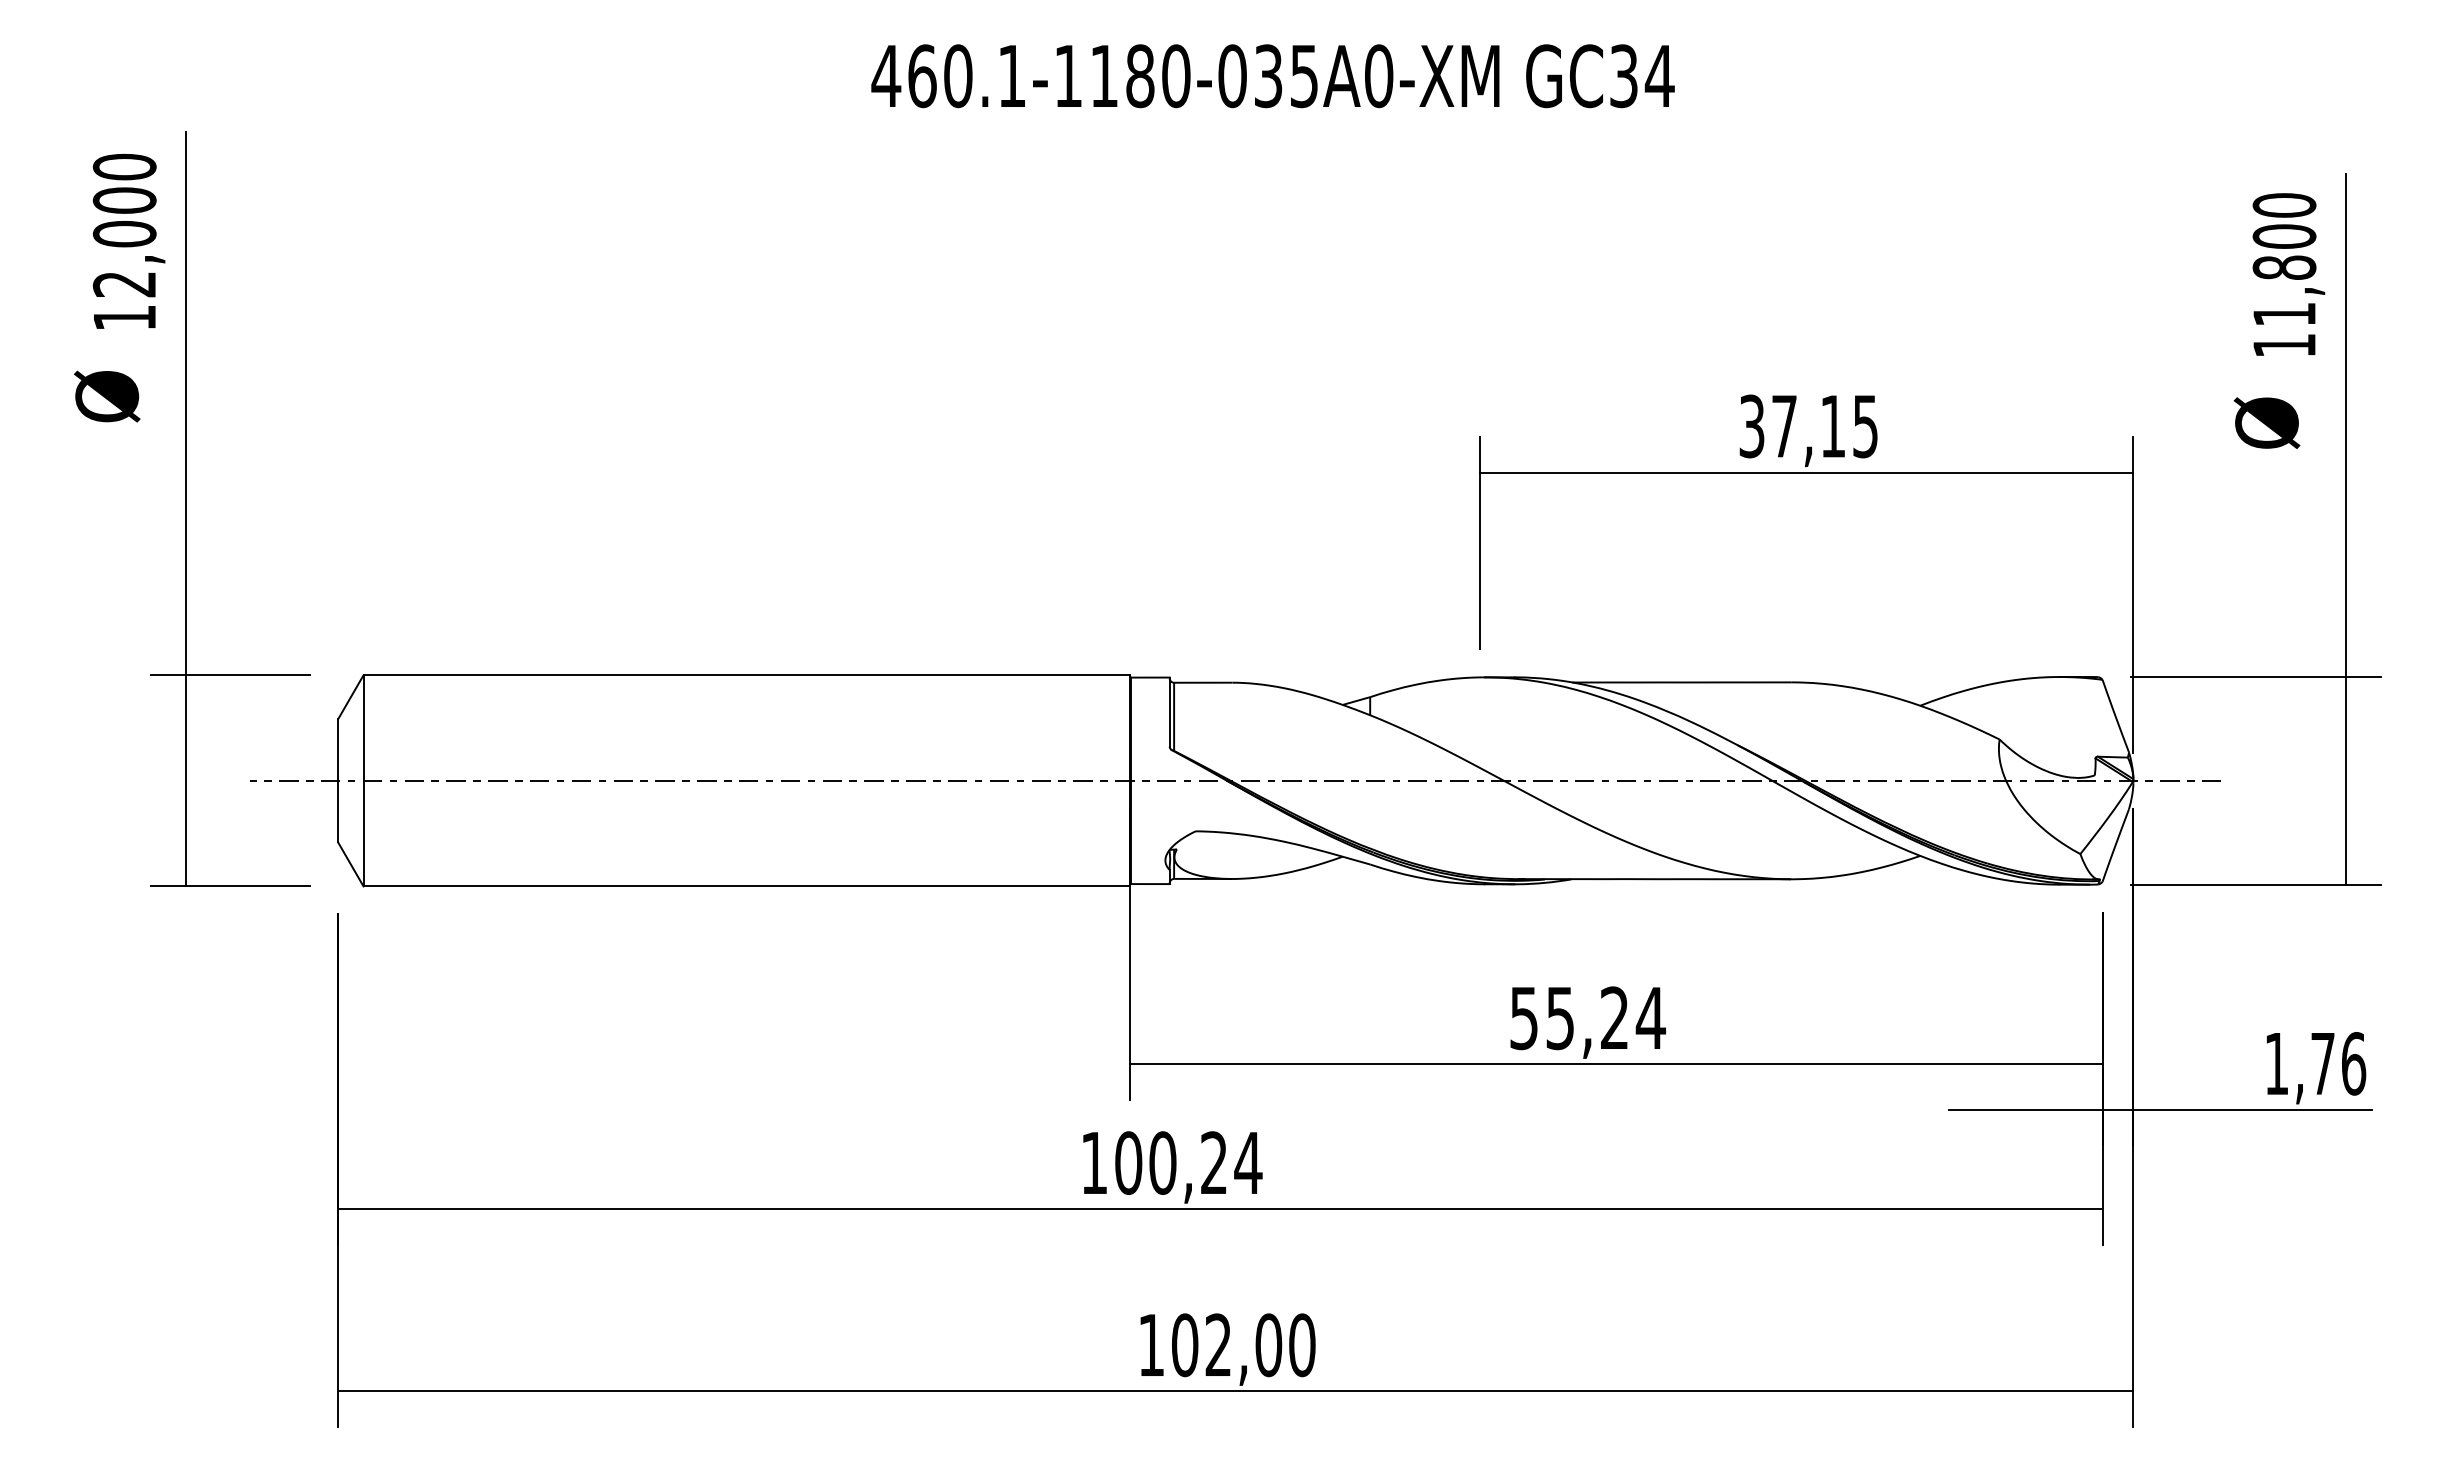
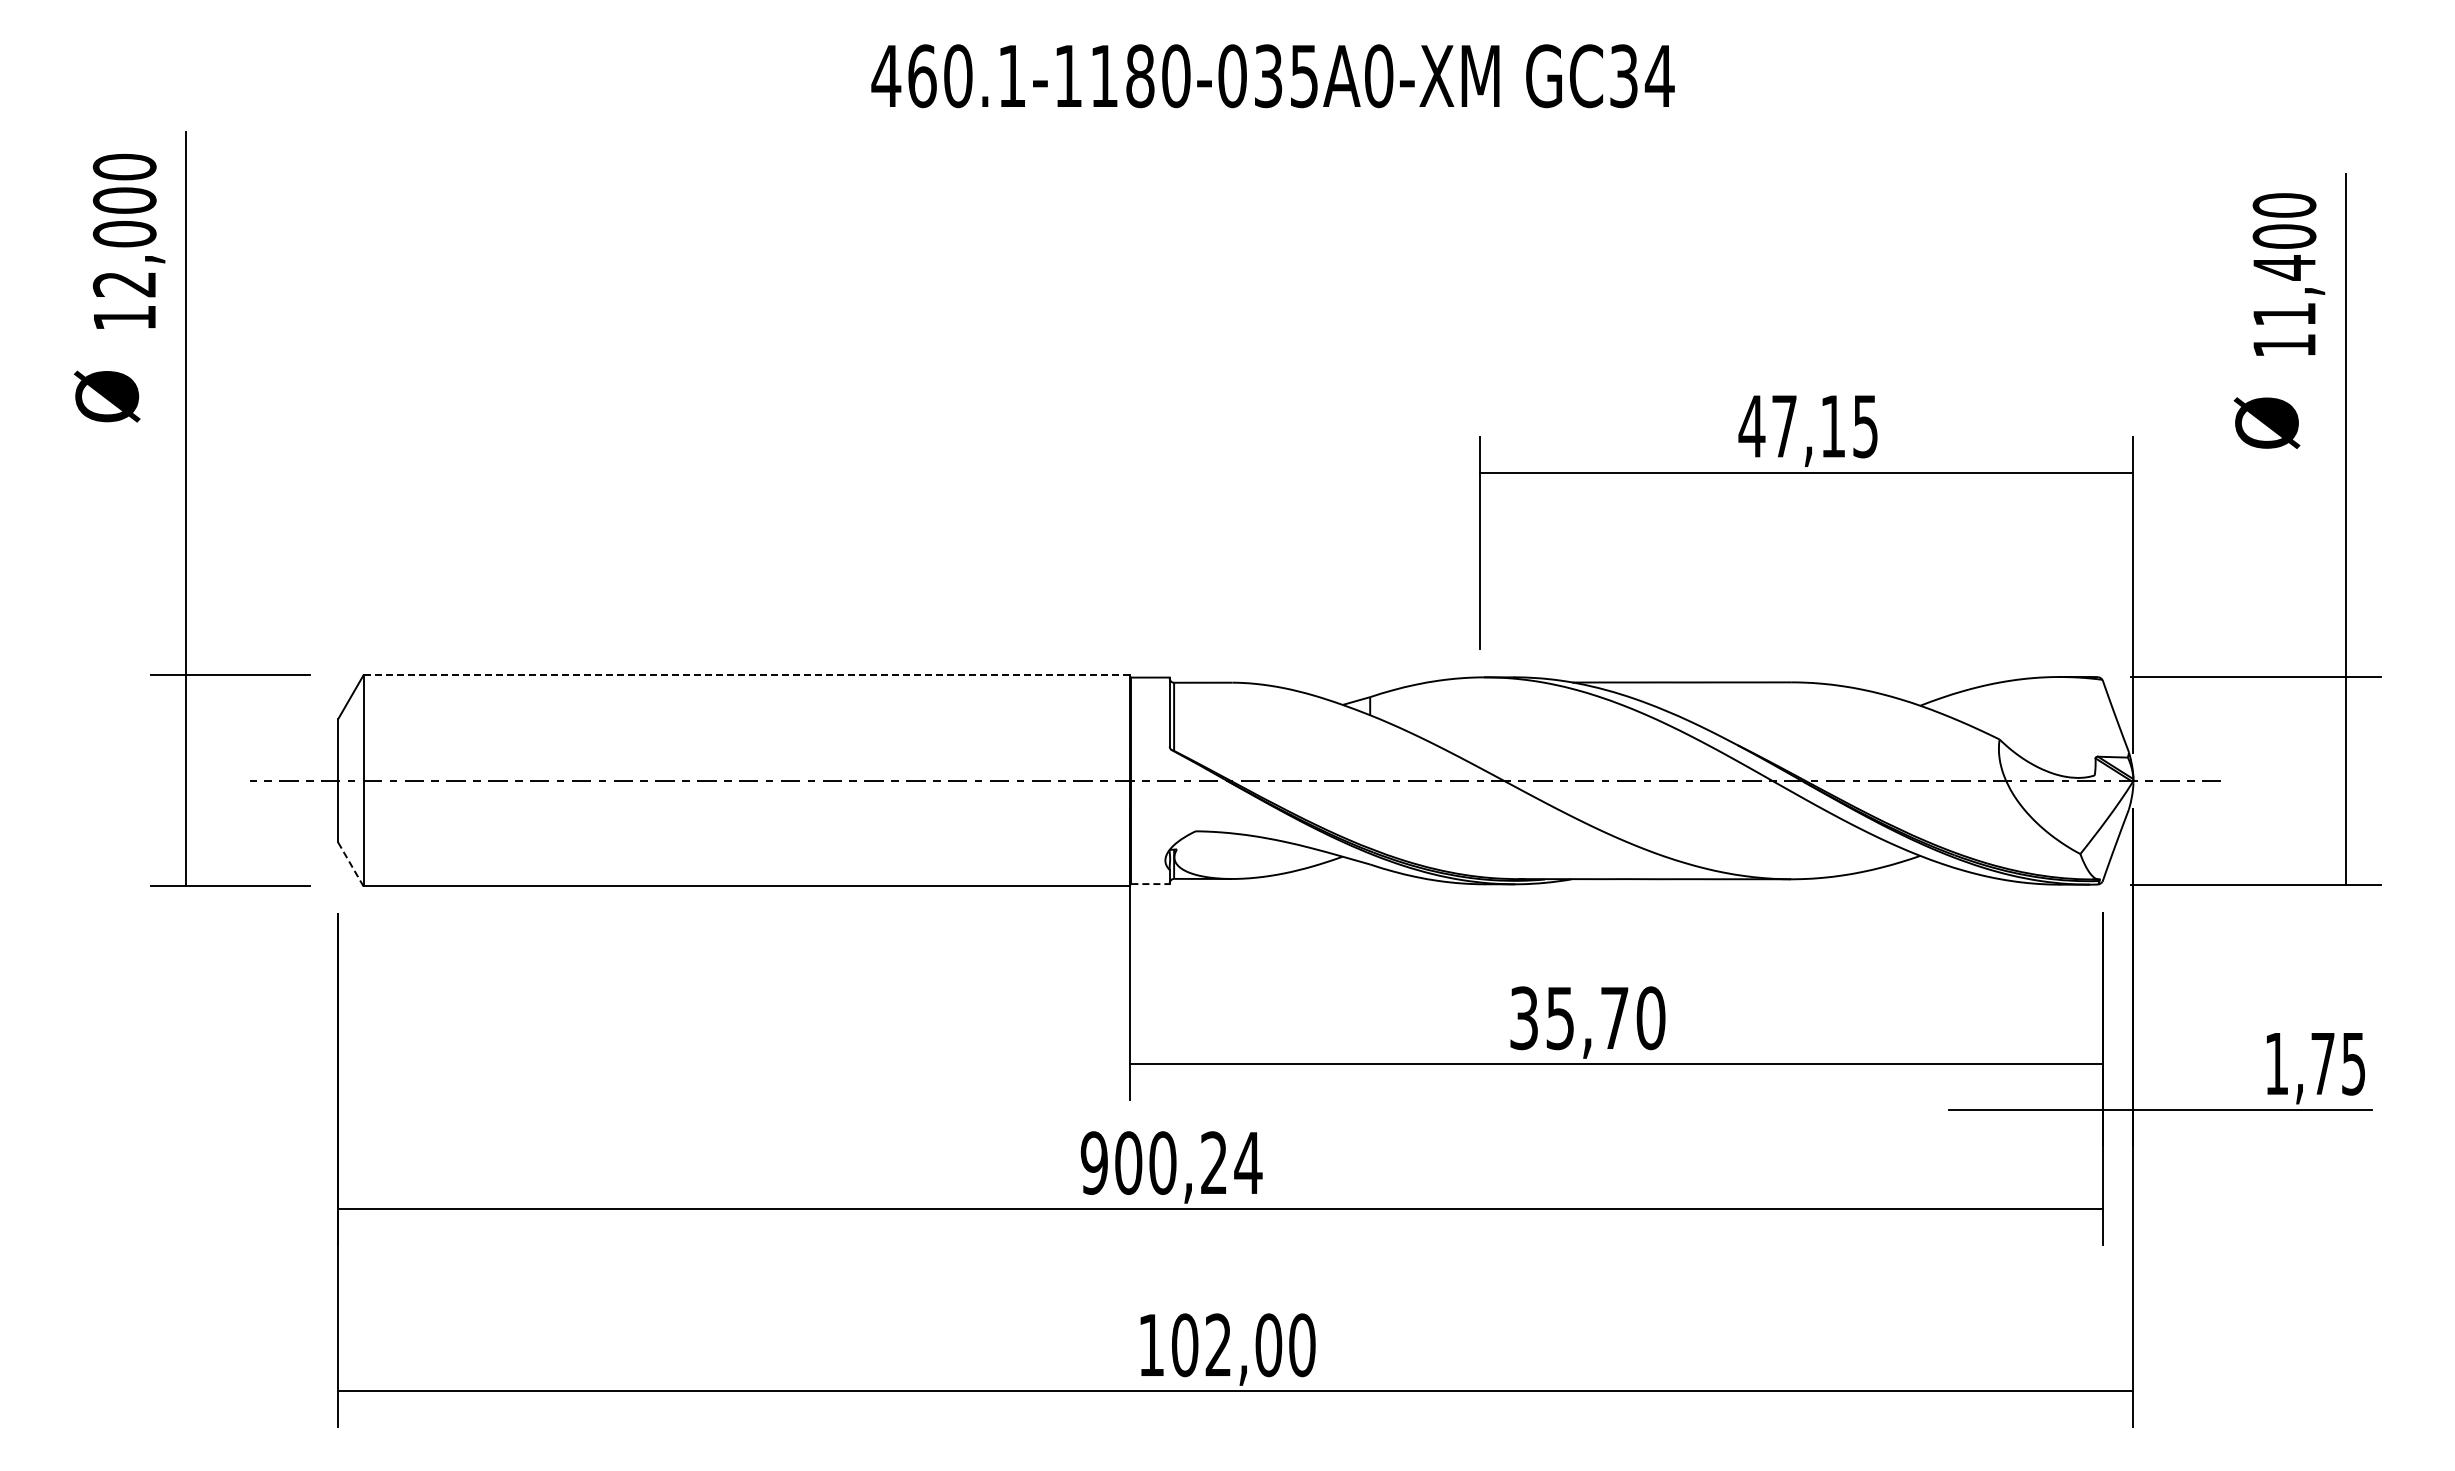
text at (2284, 267): 11,800 -> 11,400
text at (1751, 426): 37,15 -> 47,15
line at (746, 675): solid -> dashed
line at (351, 864): solid -> dashed
line at (1151, 884): solid -> dashed
text at (1587, 1018): 55,24 -> 35,70
text at (2354, 1063): 1,76 -> 1,75
text at (1093, 1162): 100,24 -> 900,24
